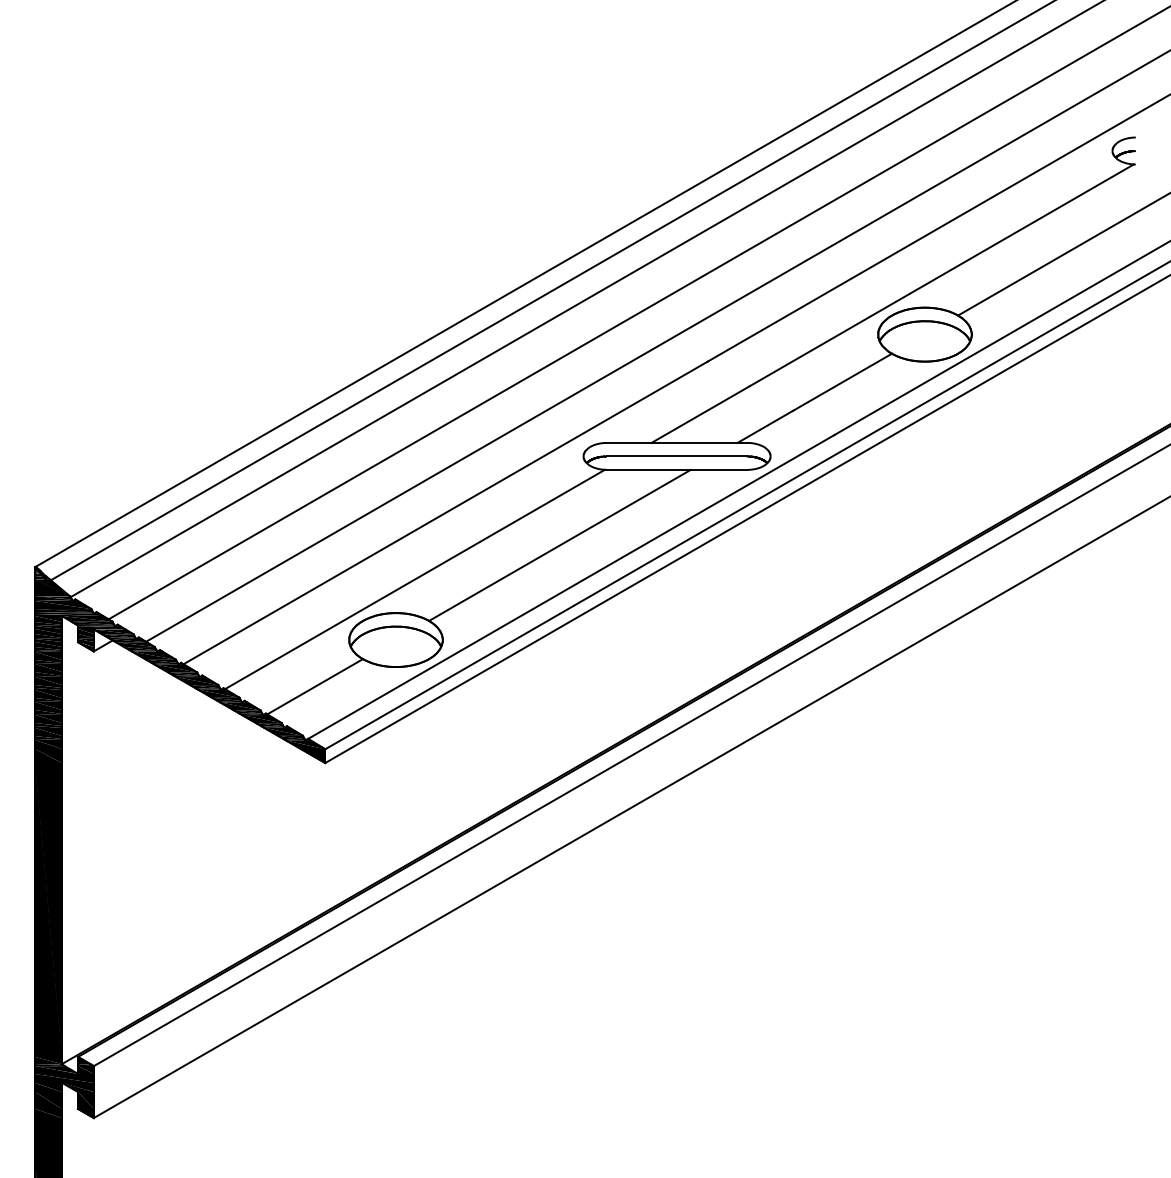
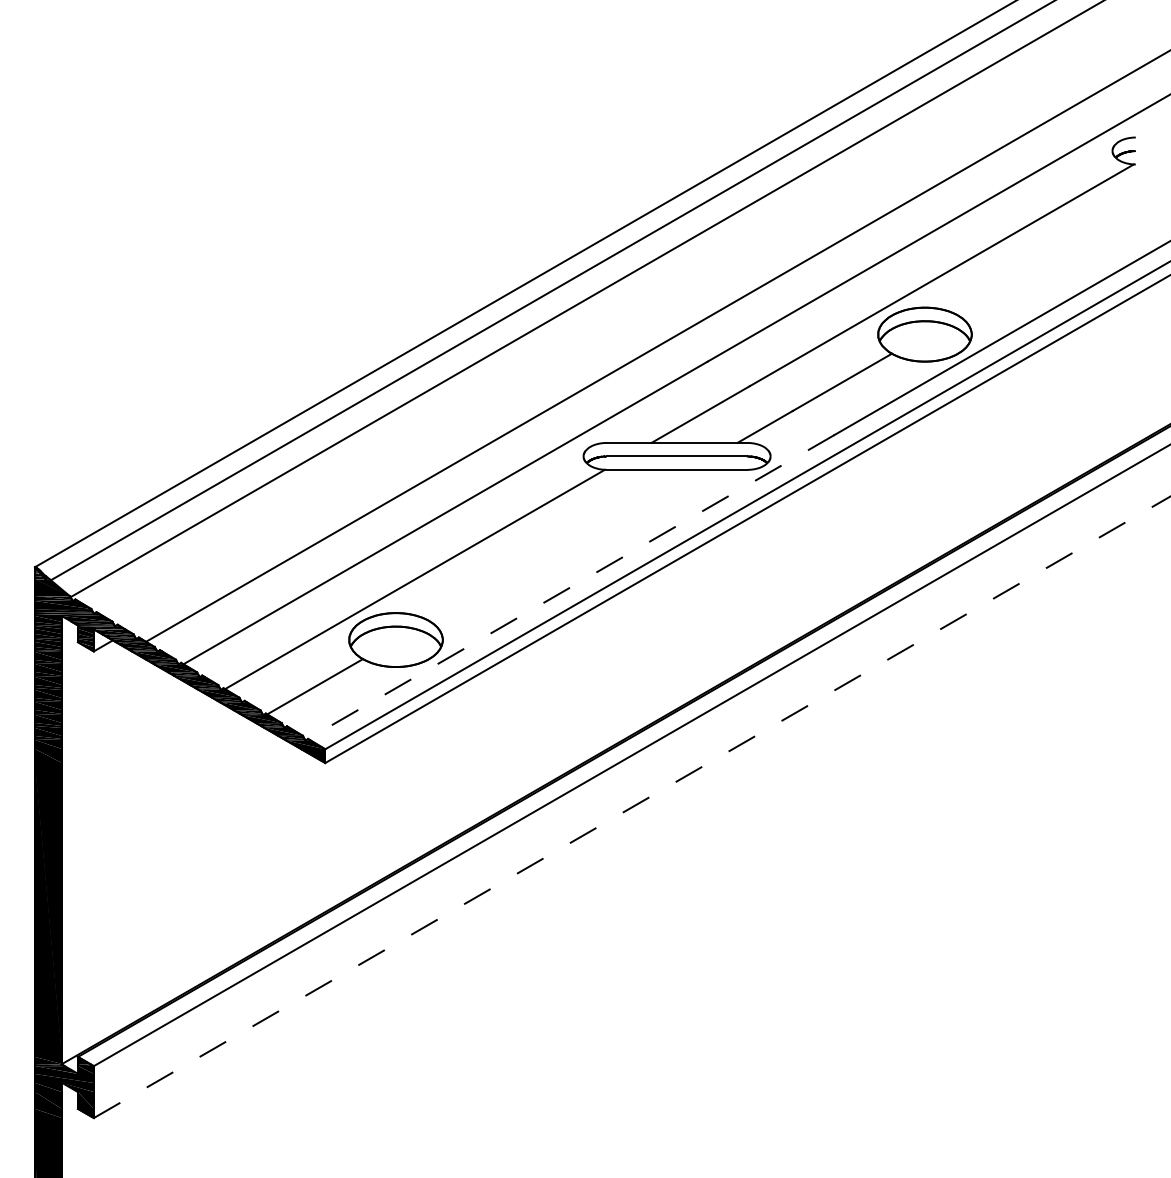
line at (1062, 254): present -> none
line at (637, 313): present -> none
line at (559, 544): present -> none
line at (569, 588): solid -> dashed
line at (632, 807): solid -> dashed
